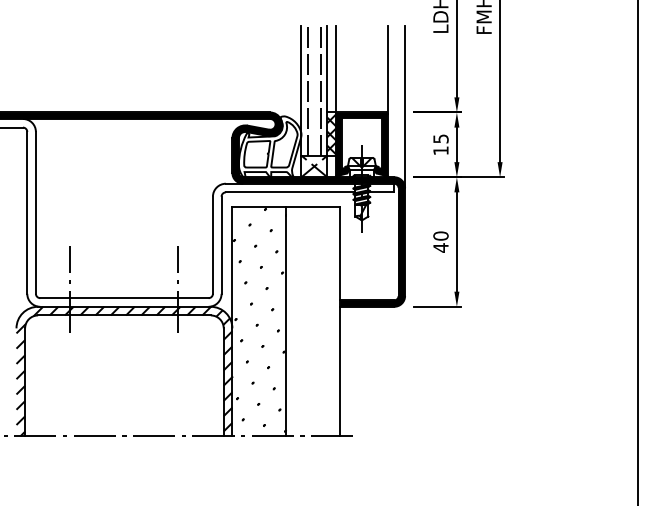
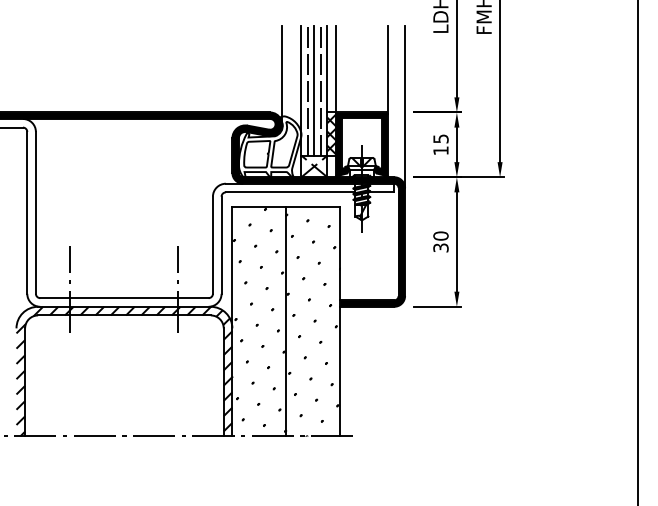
line at (282, 75): none -> present
line at (314, 90): none -> present
text at (440, 247): 40 -> 30
hatch at (313, 324): none -> present
